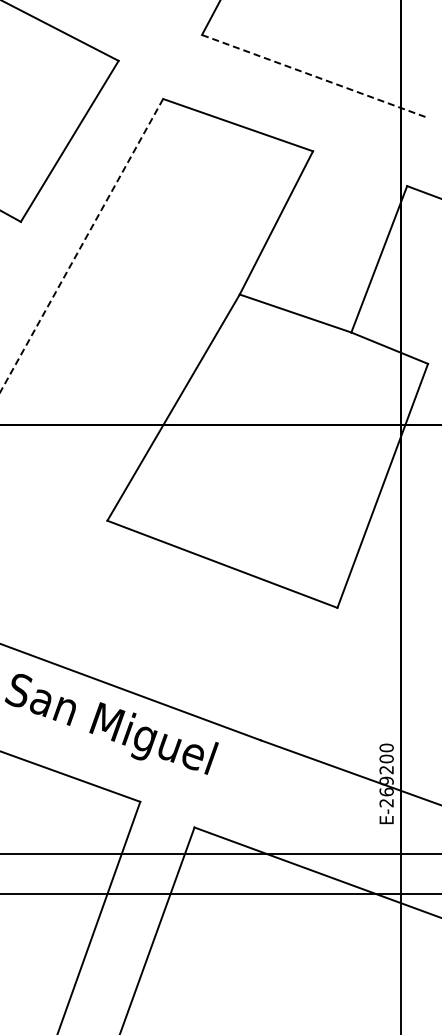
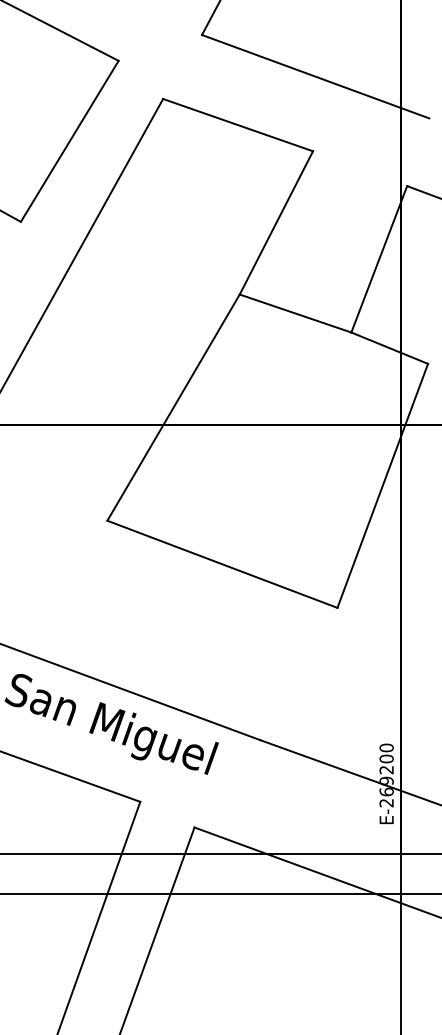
line at (316, 76): dashed -> solid
line at (81, 245): dashed -> solid
